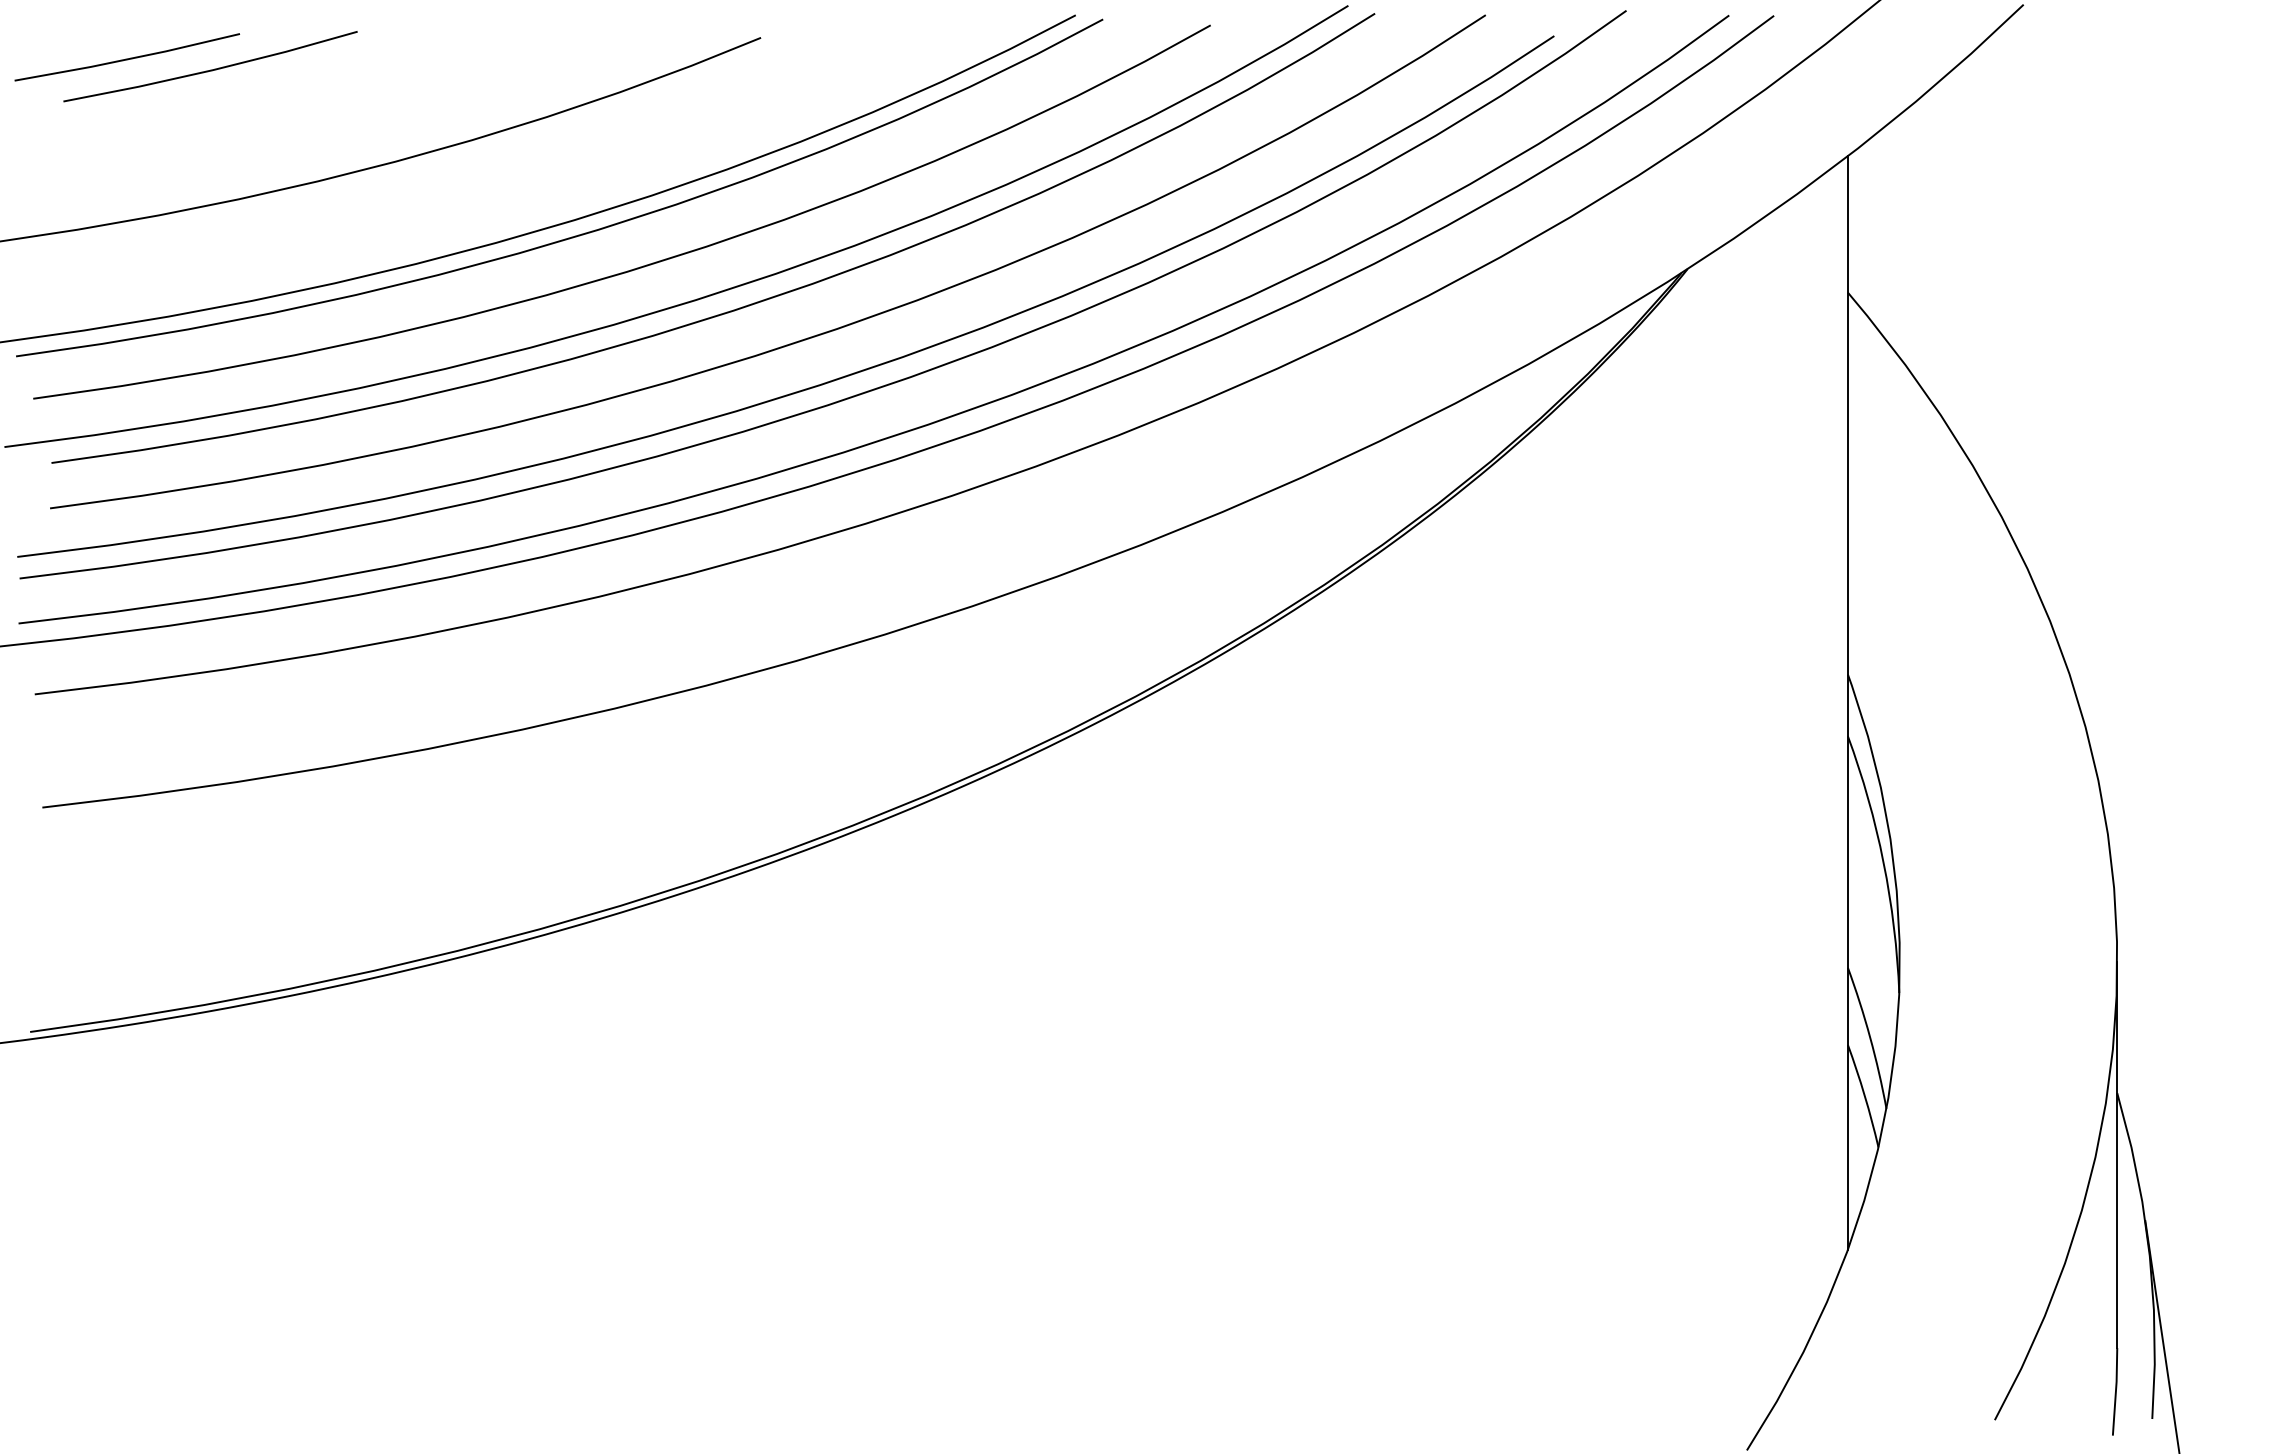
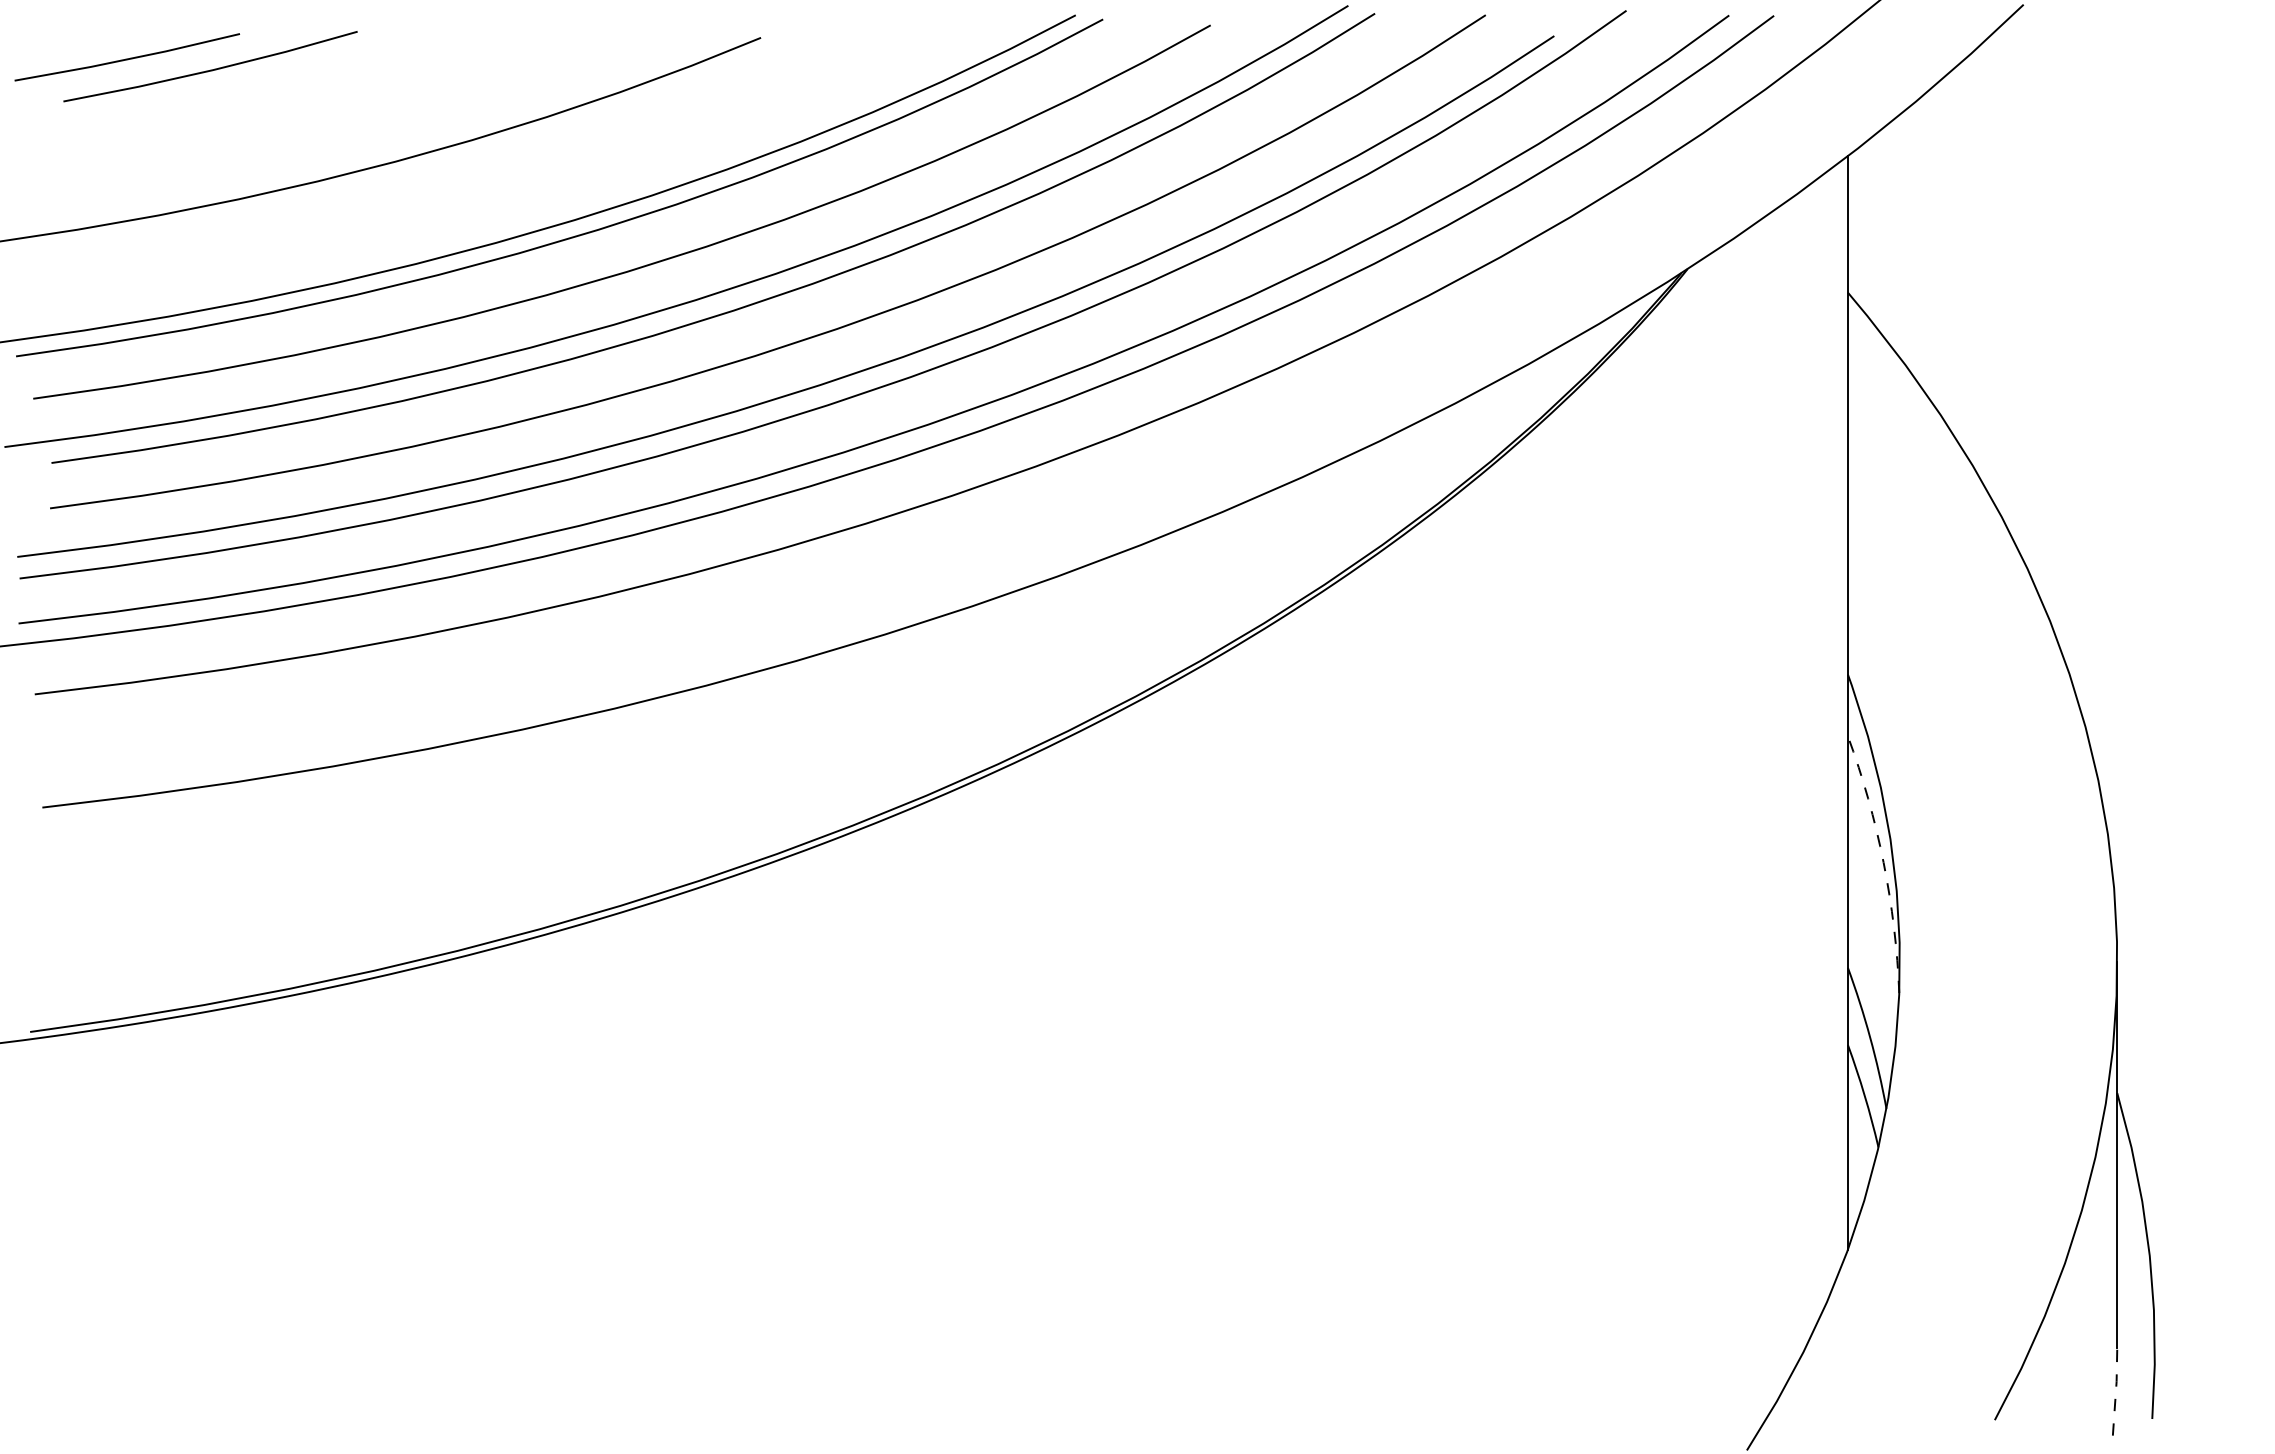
arc at (1883, 862): solid -> dashed
line at (2161, 1335): present -> none
line at (2115, 1391): solid -> dashed
